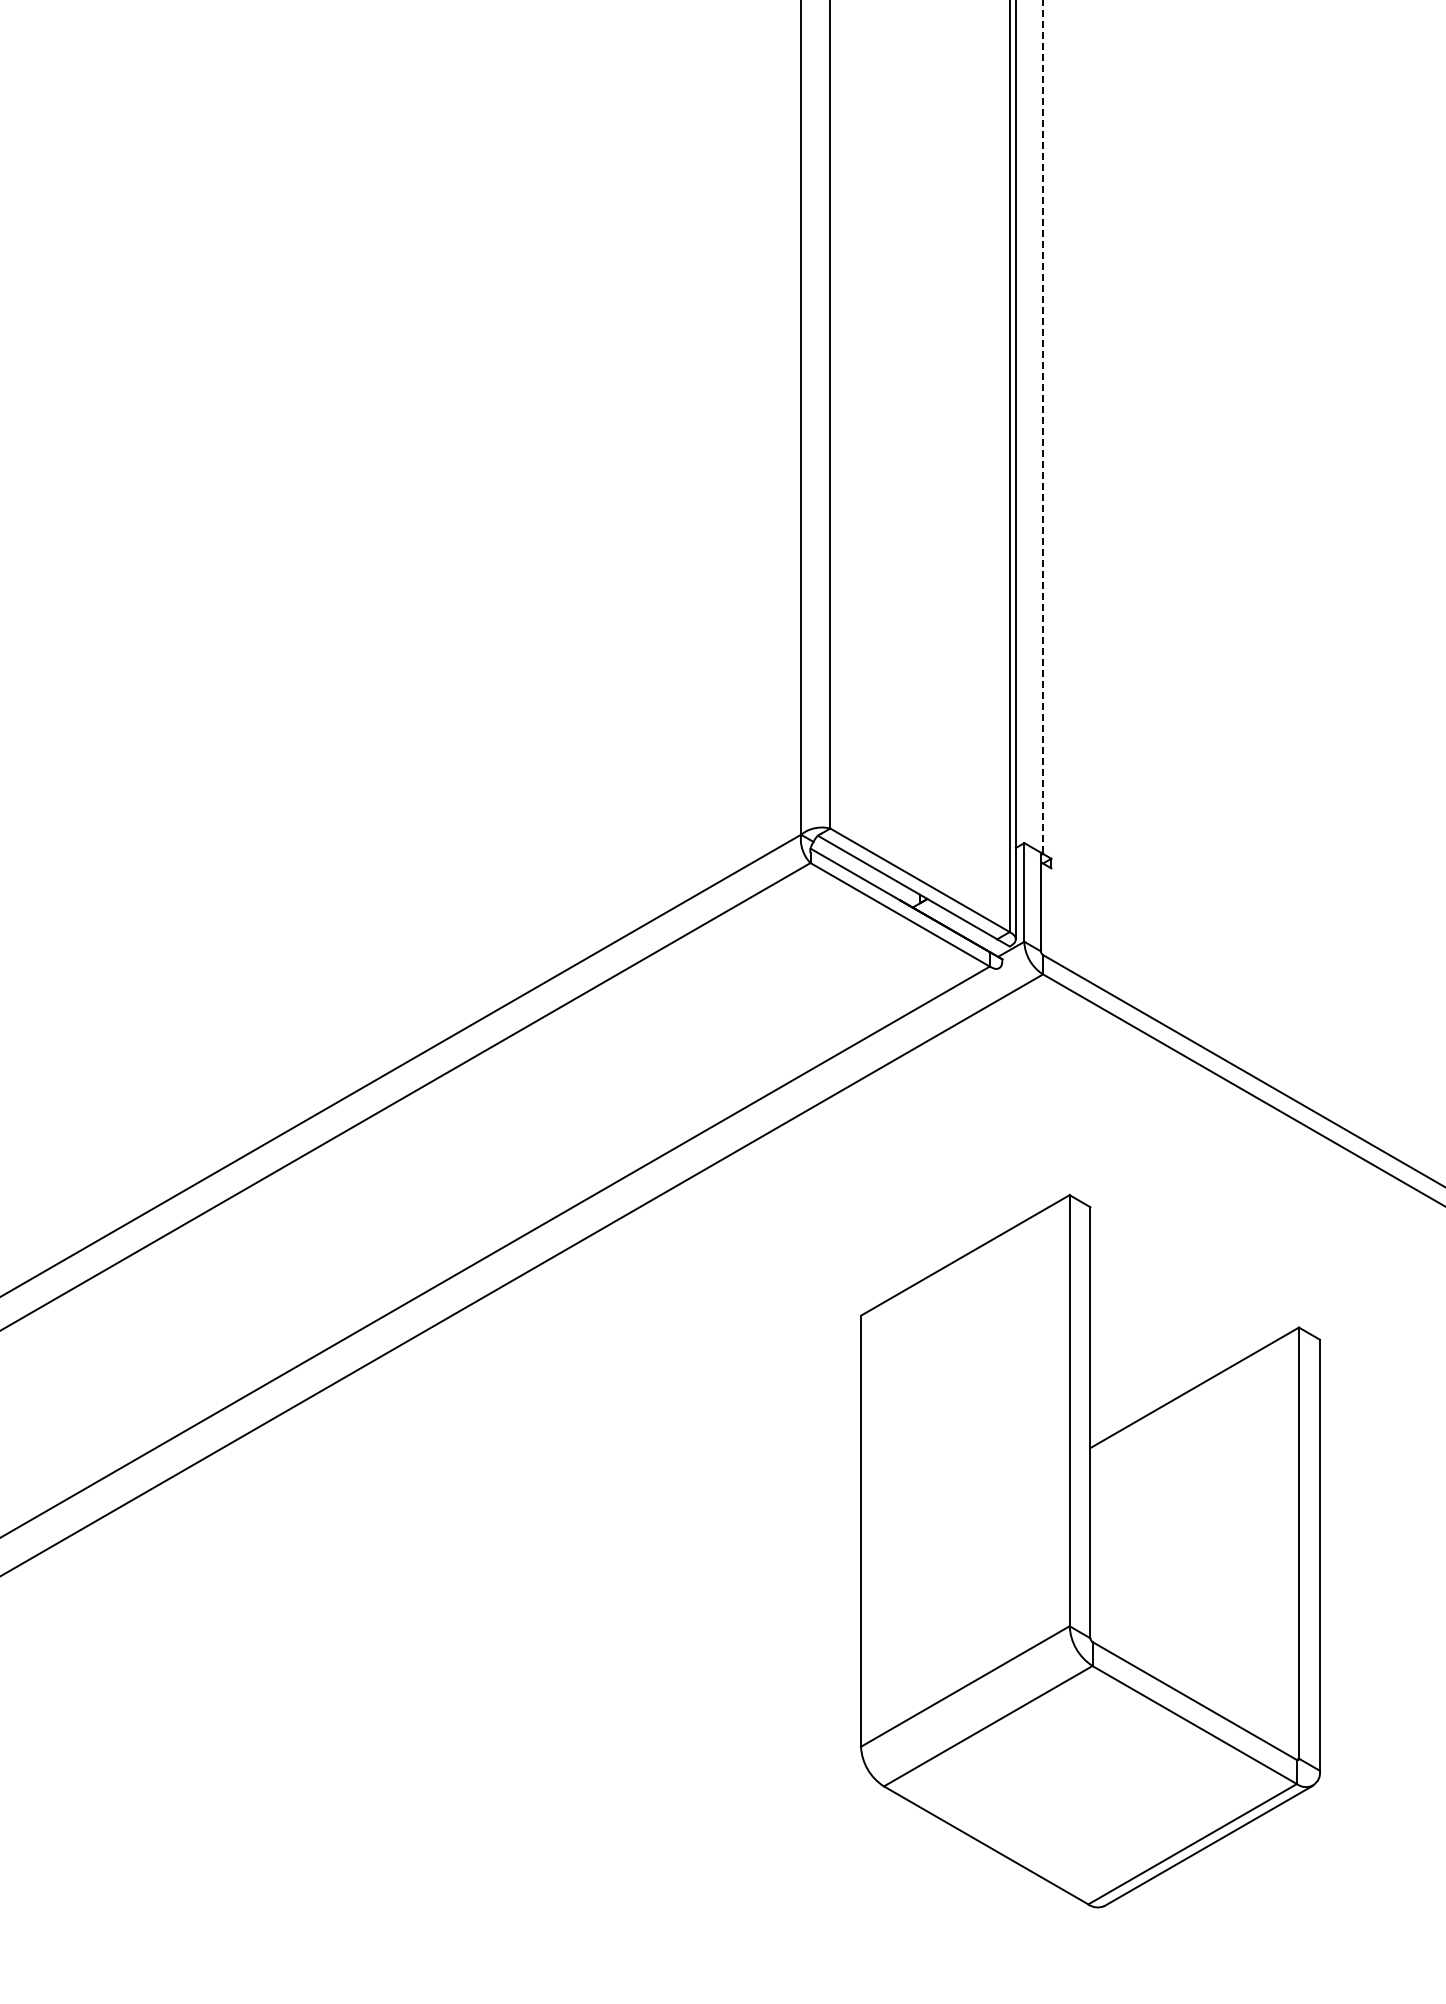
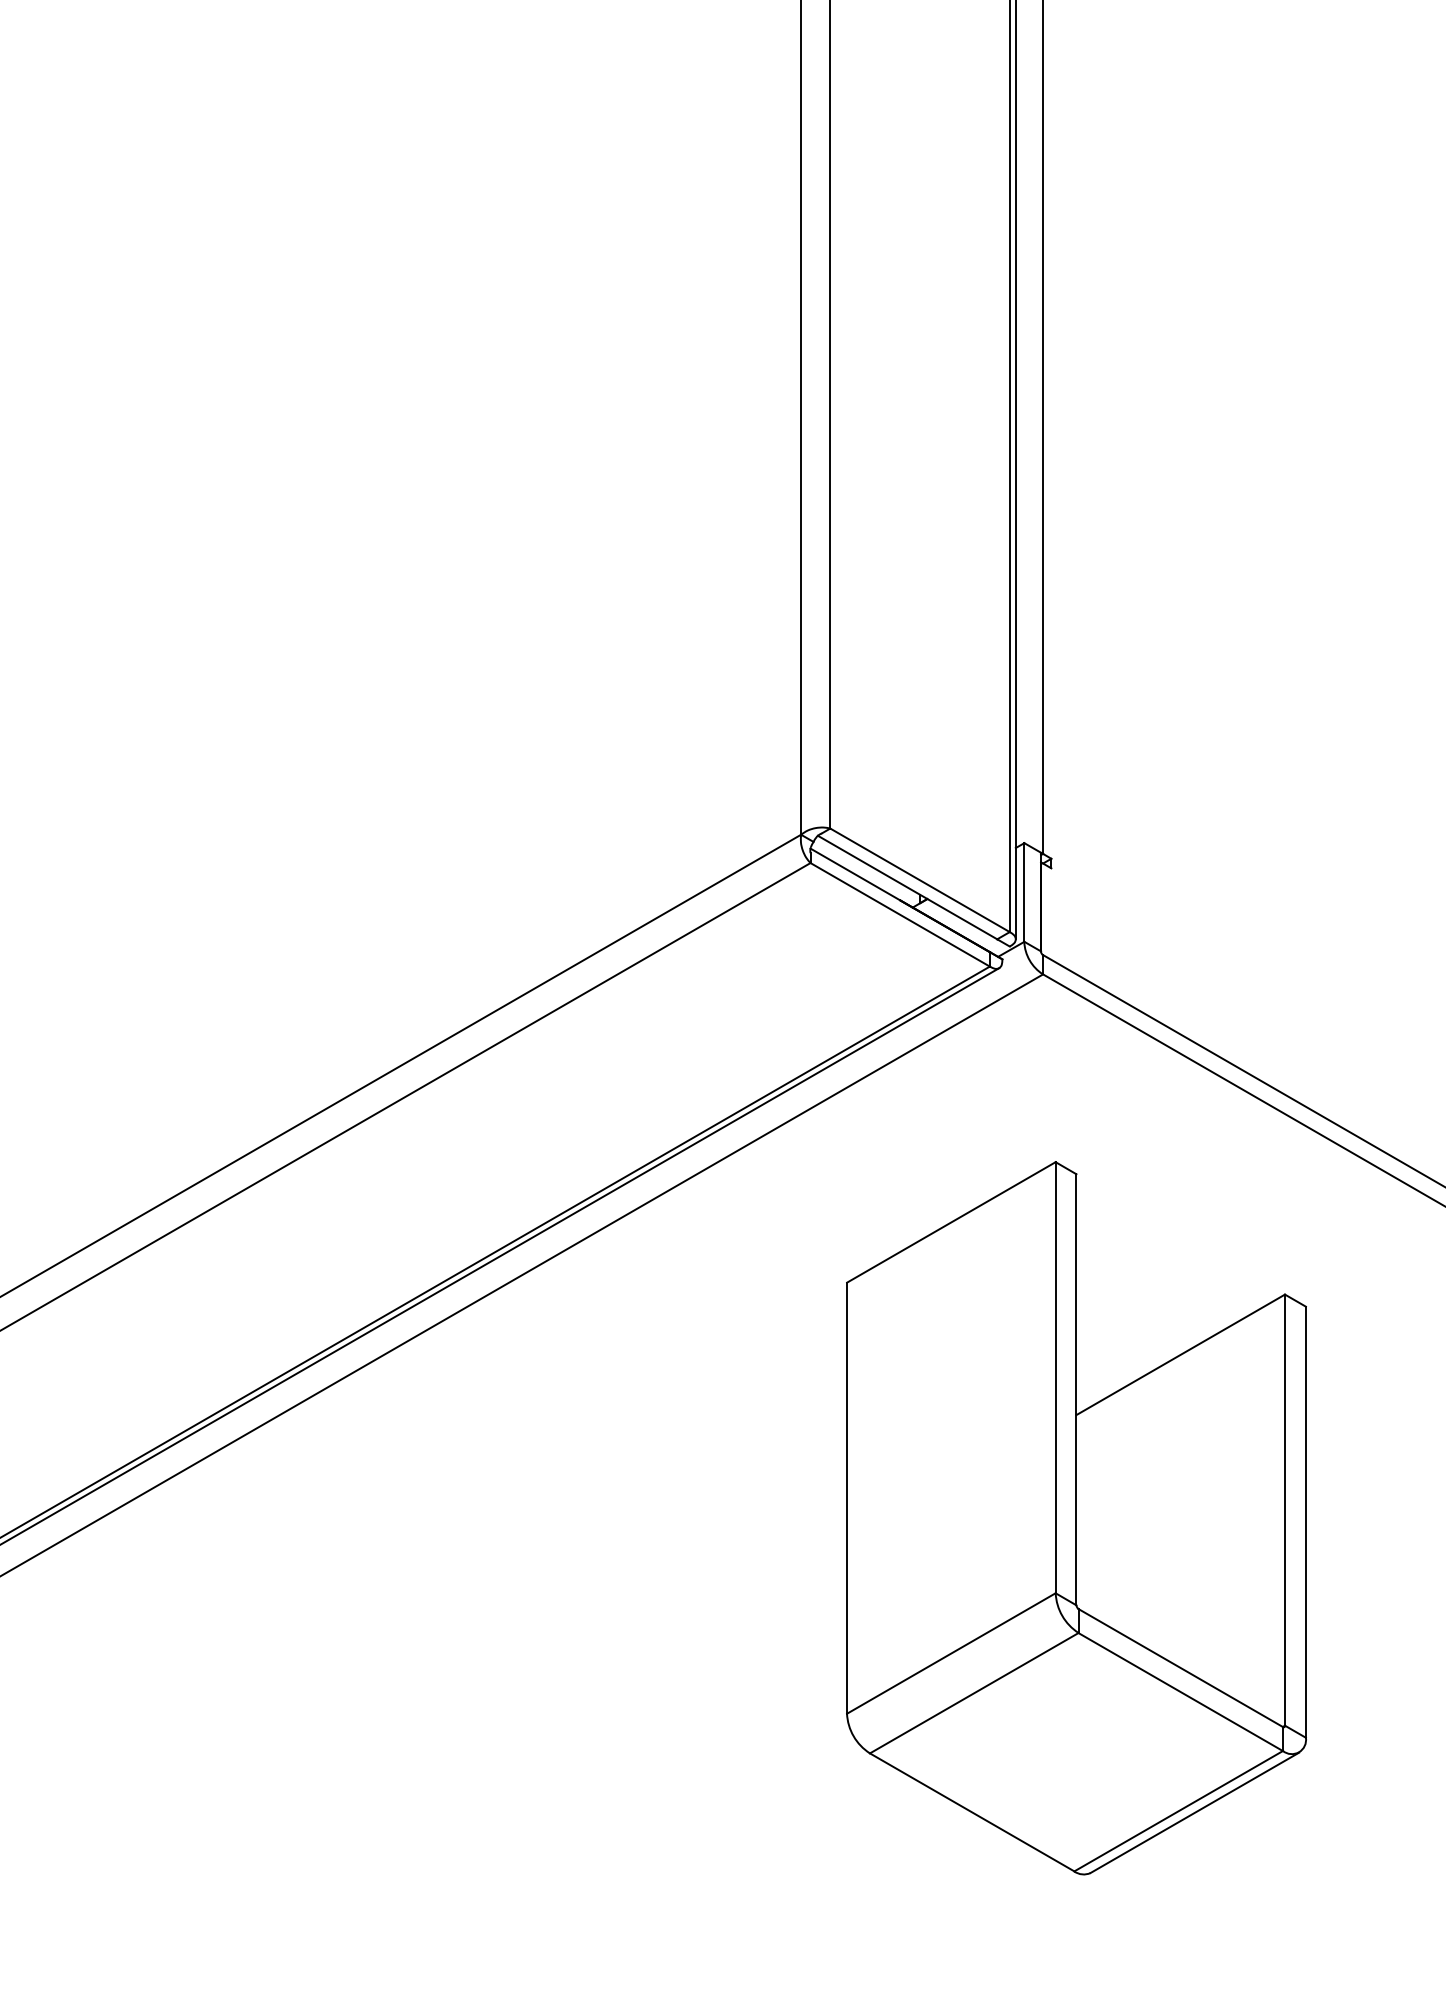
line at (1043, 427): dashed -> solid
line at (500, 1255): none -> present
part at (1090, 1551) position: (1090, 1551) -> (1076, 1518)
